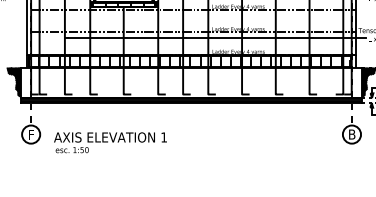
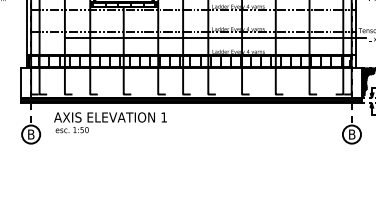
hatch at (13, 81): present -> none
text at (31, 134): F -> B
text at (110, 142) position: (110, 142) -> (110, 122)
